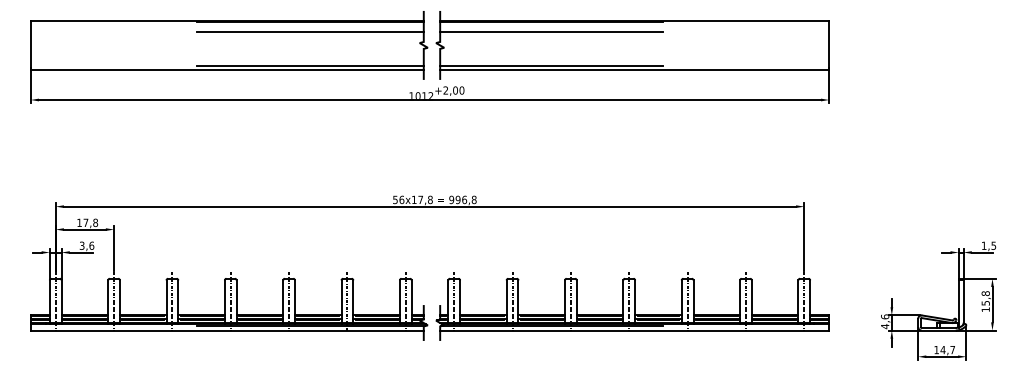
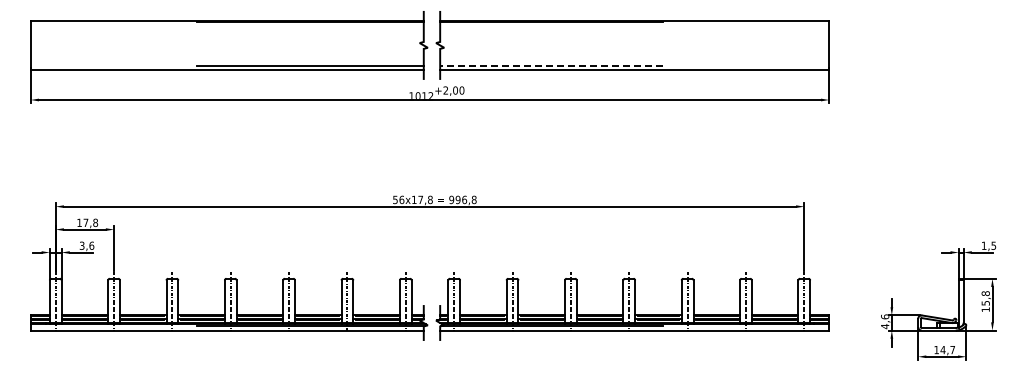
line at (309, 31): present -> none
line at (551, 31): present -> none
line at (551, 65): solid -> dashed
